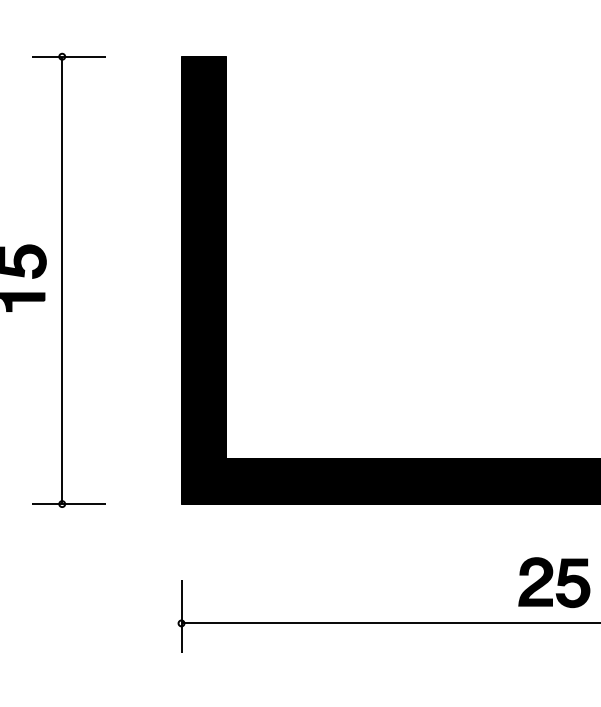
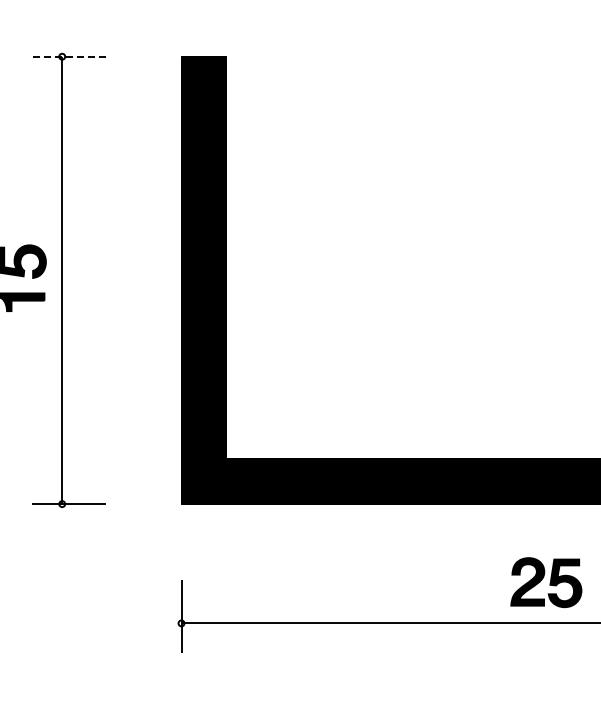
line at (69, 56): solid -> dashed
part at (554, 582) position: (554, 582) -> (546, 582)
